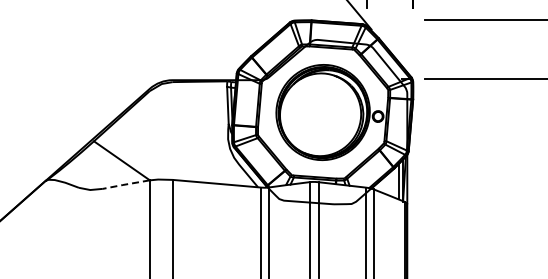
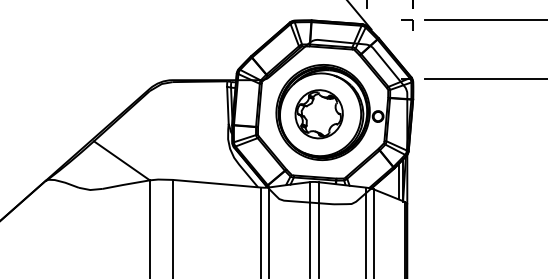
part at (407, 24): none -> present
part at (318, 114): none -> present
line at (125, 184): dashed -> solid
